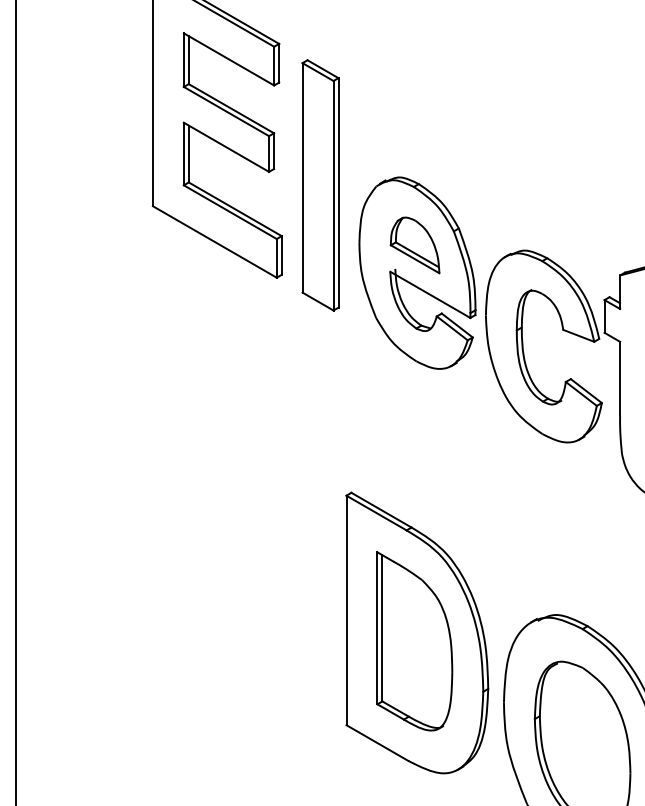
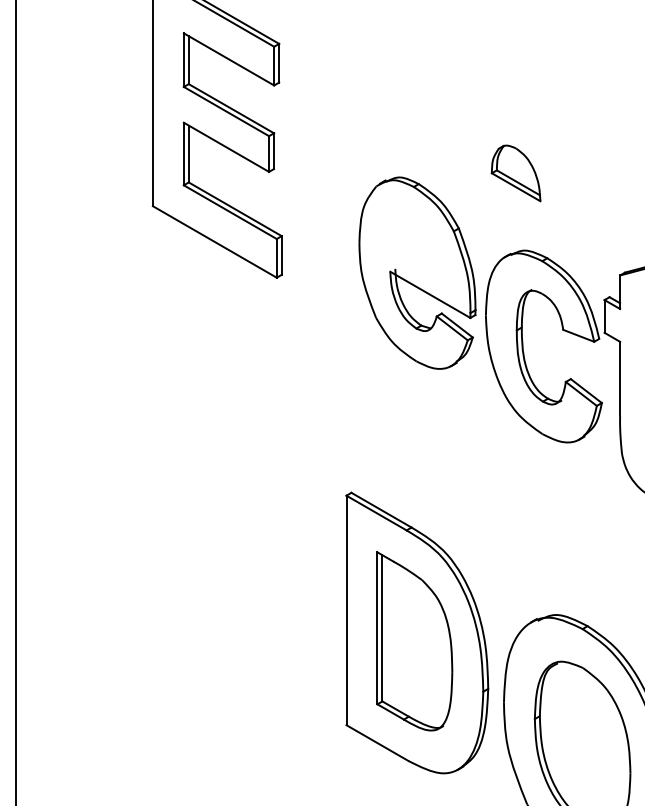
part at (320, 185): present -> none
part at (414, 245) position: (414, 245) -> (515, 173)
